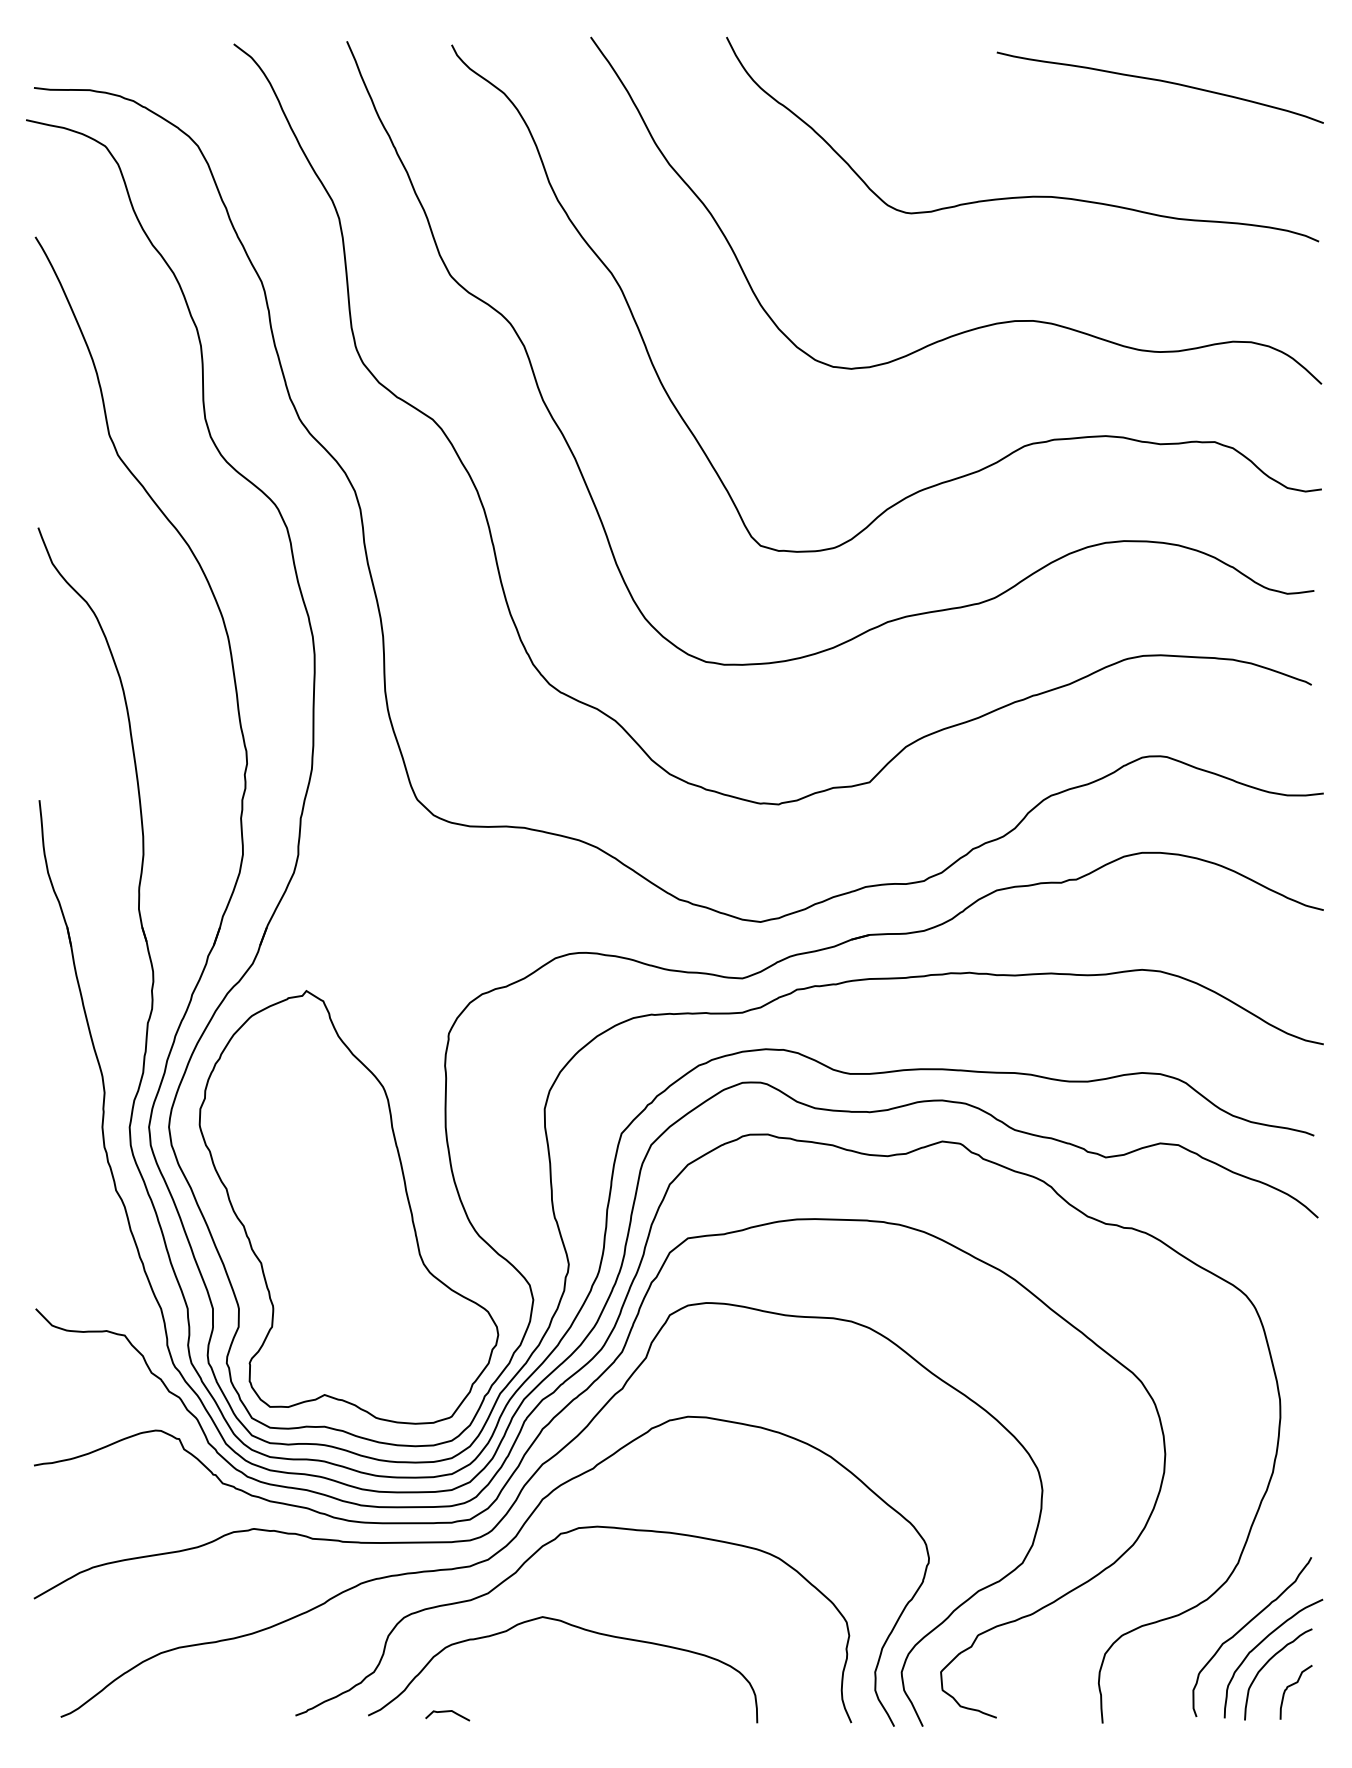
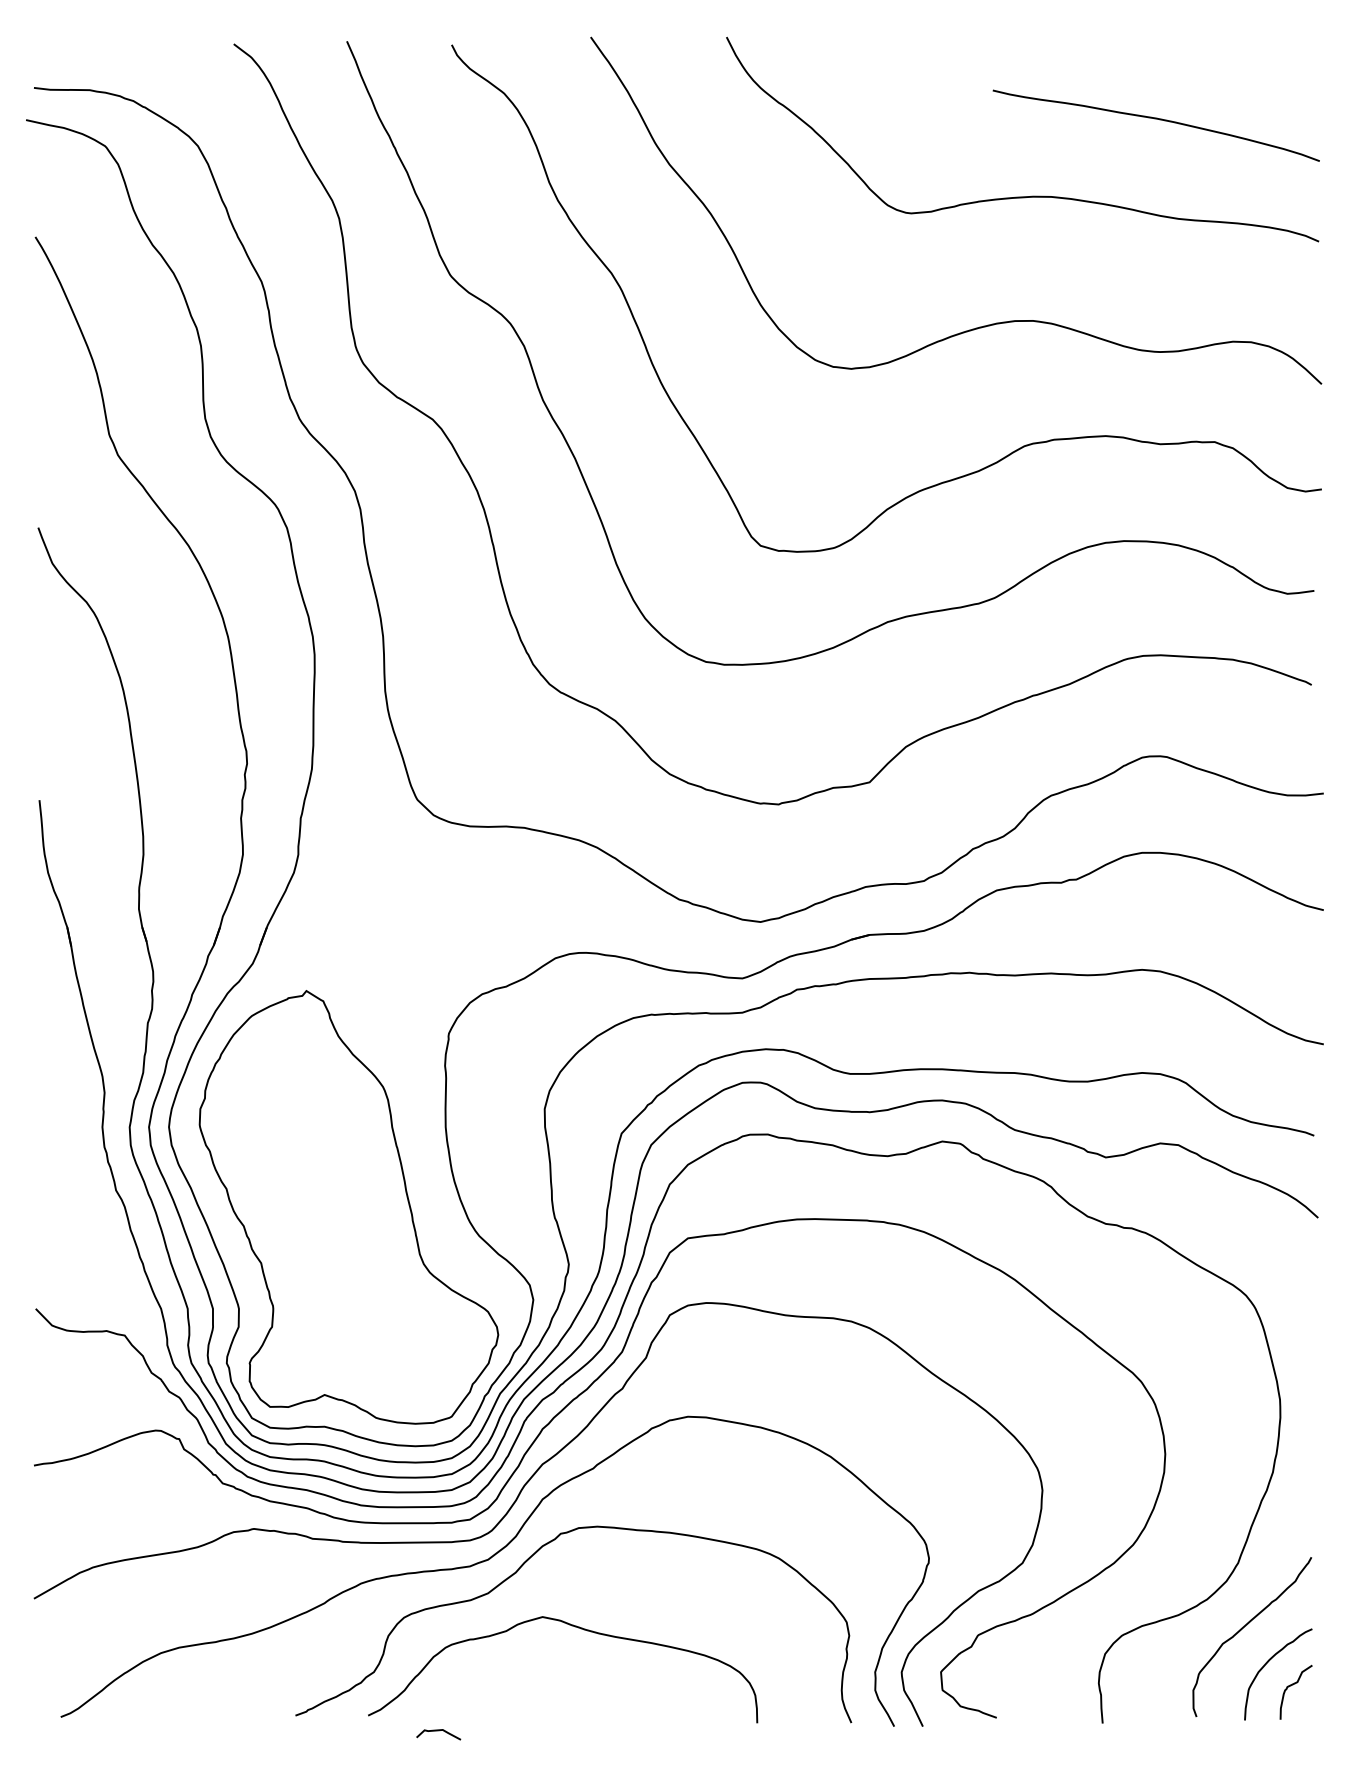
curve at (1159, 81) position: (1159, 81) -> (1155, 119)
curve at (1260, 1644): present -> none
curve at (447, 1712) position: (447, 1712) -> (438, 1731)
